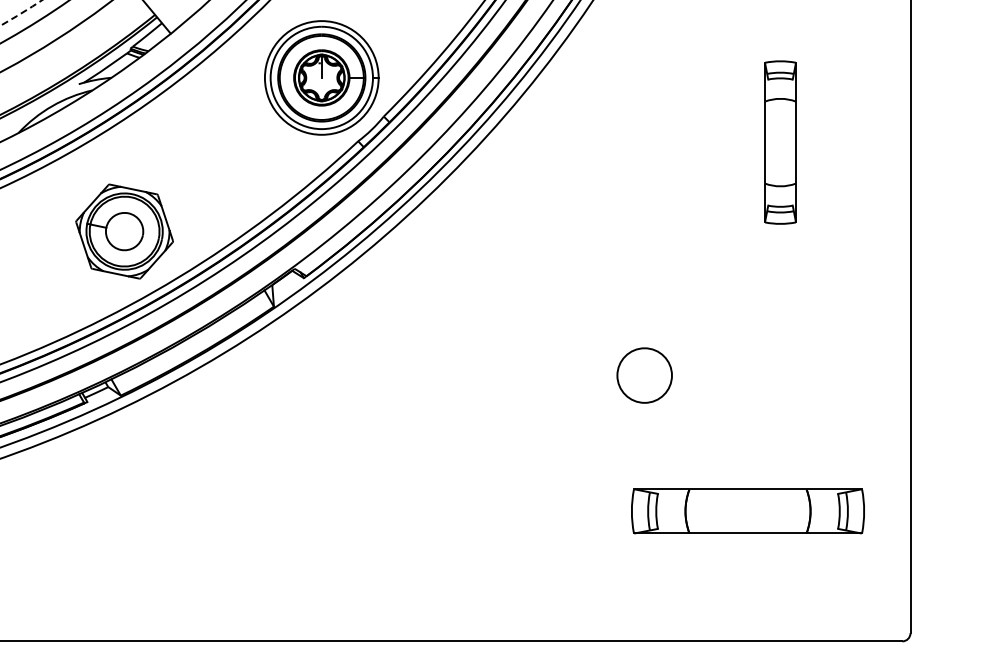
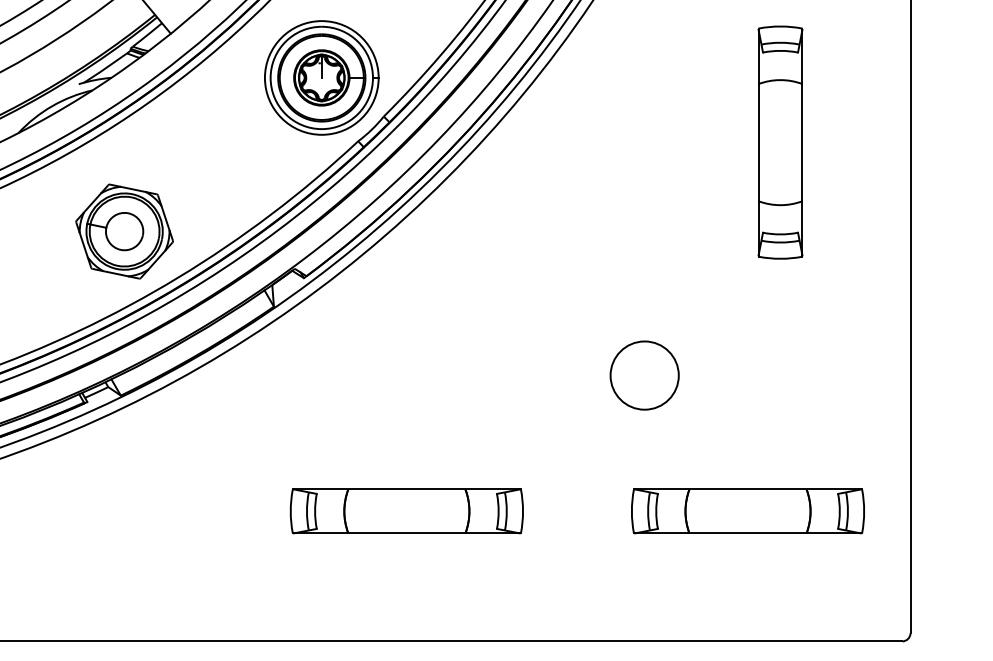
arc at (21, 13): dashed -> solid
part at (780, 142) size: 33x165 px -> 47x235 px
circle at (644, 375) diameter: 55 px -> 68 px
part at (406, 511): none -> present
